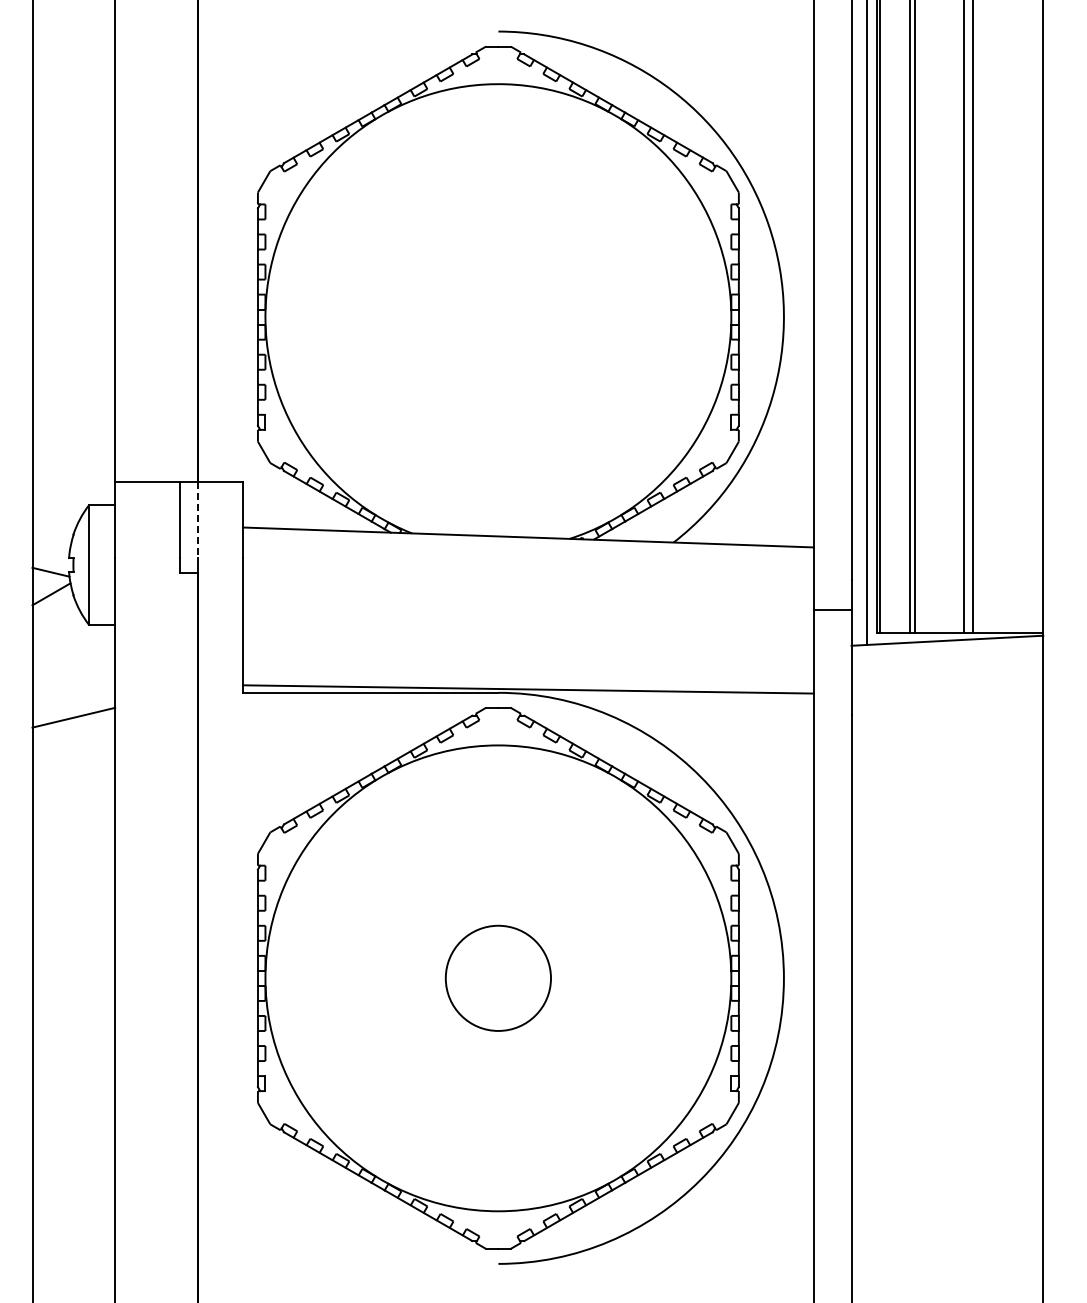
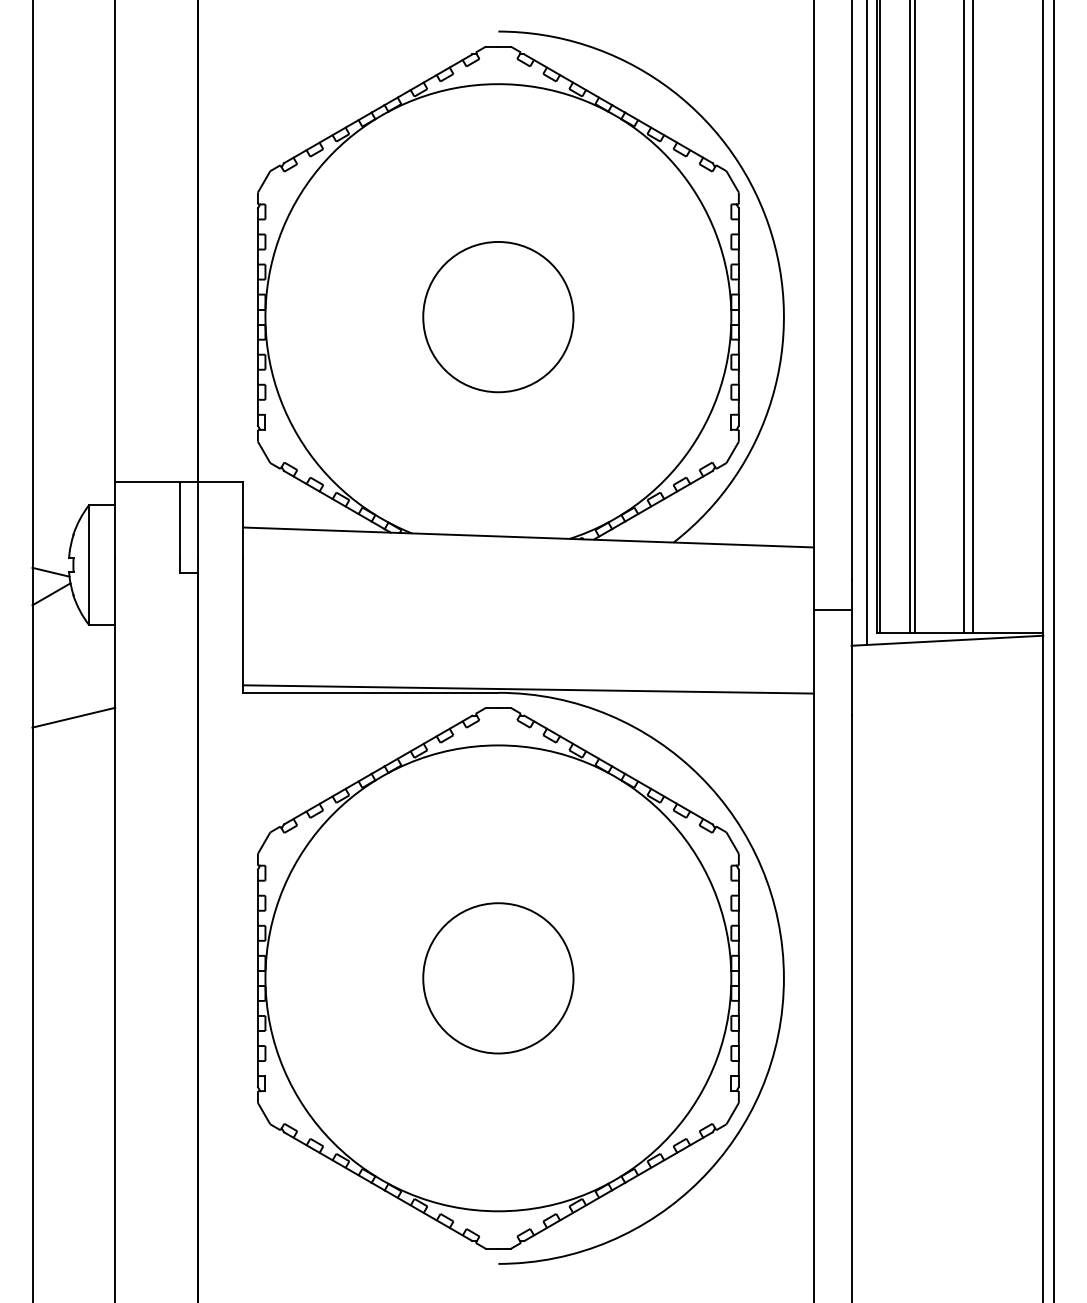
circle at (498, 317): none -> present
line at (197, 520): dashed -> solid
line at (1054, 650): none -> present
circle at (498, 977) diameter: 105 px -> 150 px
